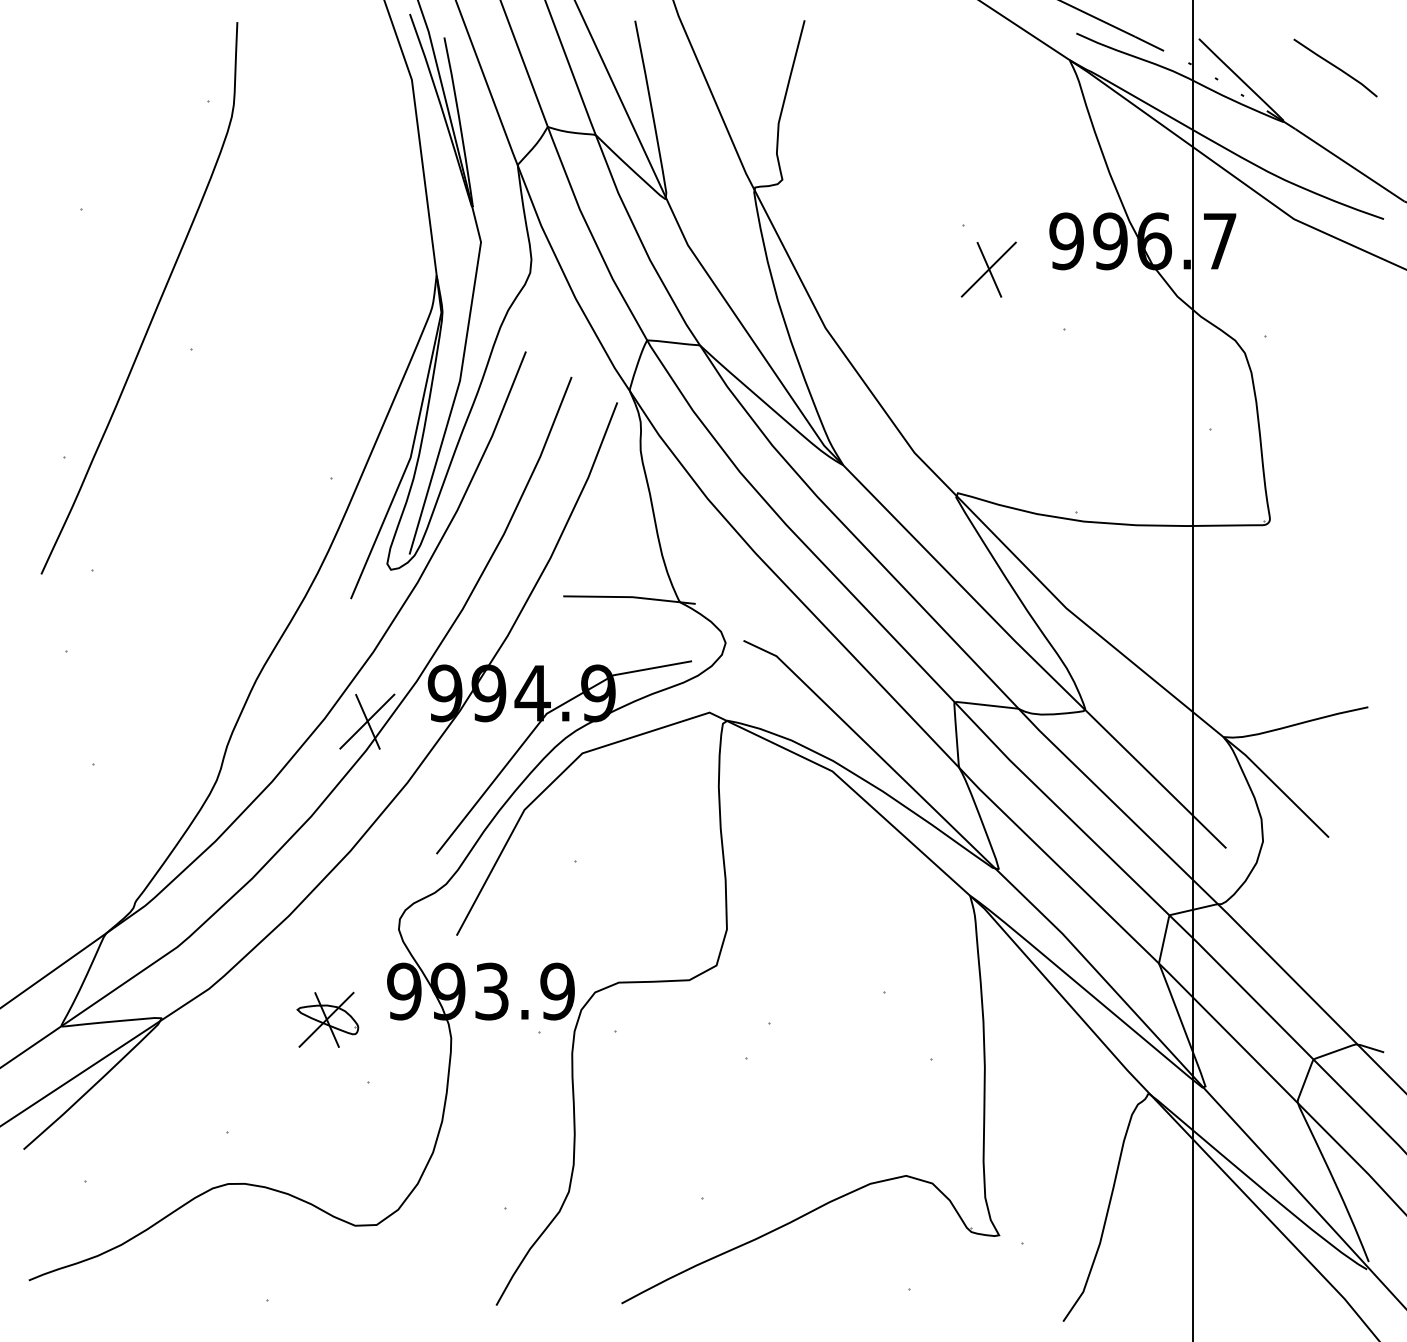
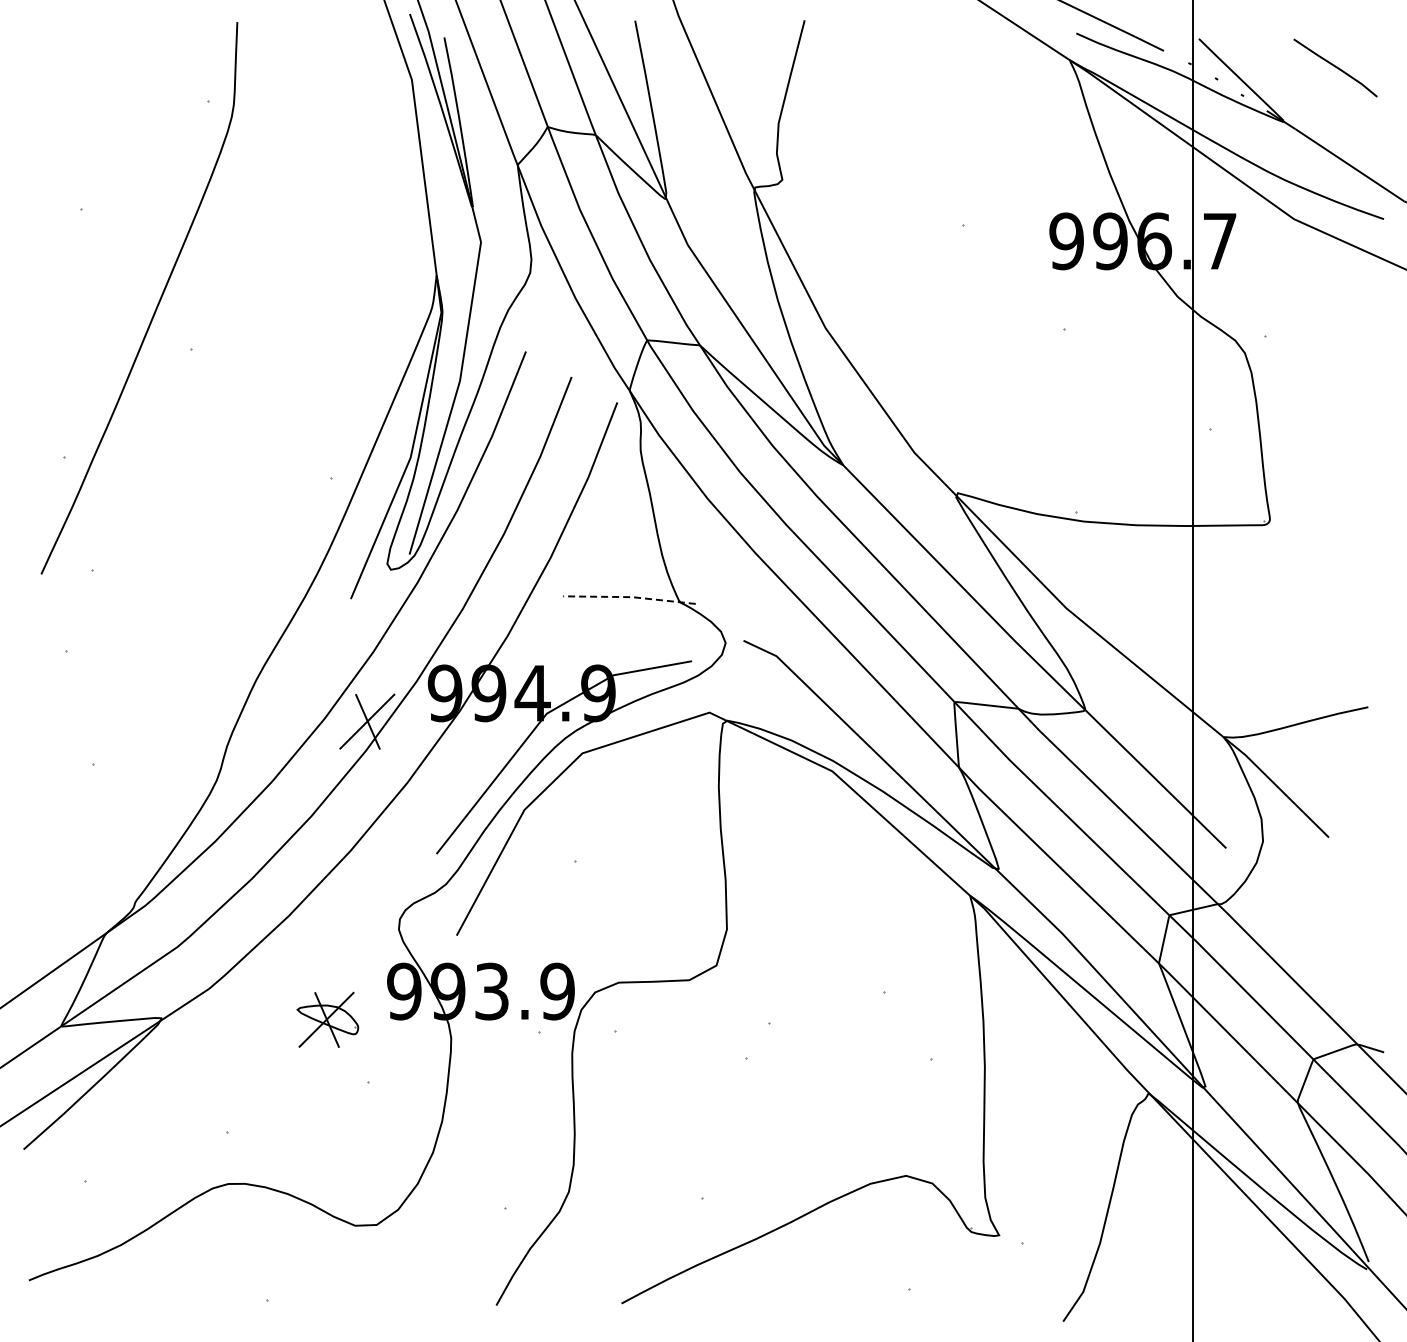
part at (988, 269): present -> none
line at (629, 597): solid -> dashed
